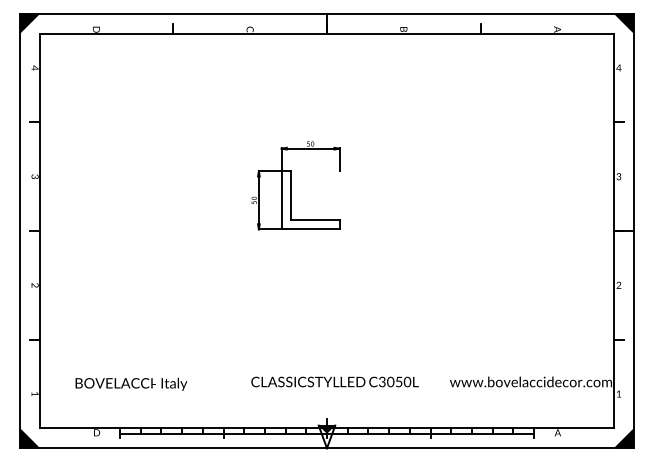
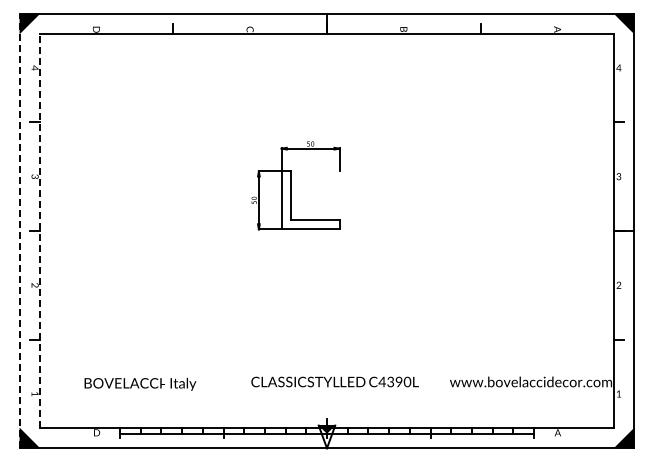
line at (19, 230): solid -> dashed
line at (40, 231): solid -> dashed
text at (390, 381): C3050L -> C4390L
text at (131, 383) position: (131, 383) -> (140, 383)
